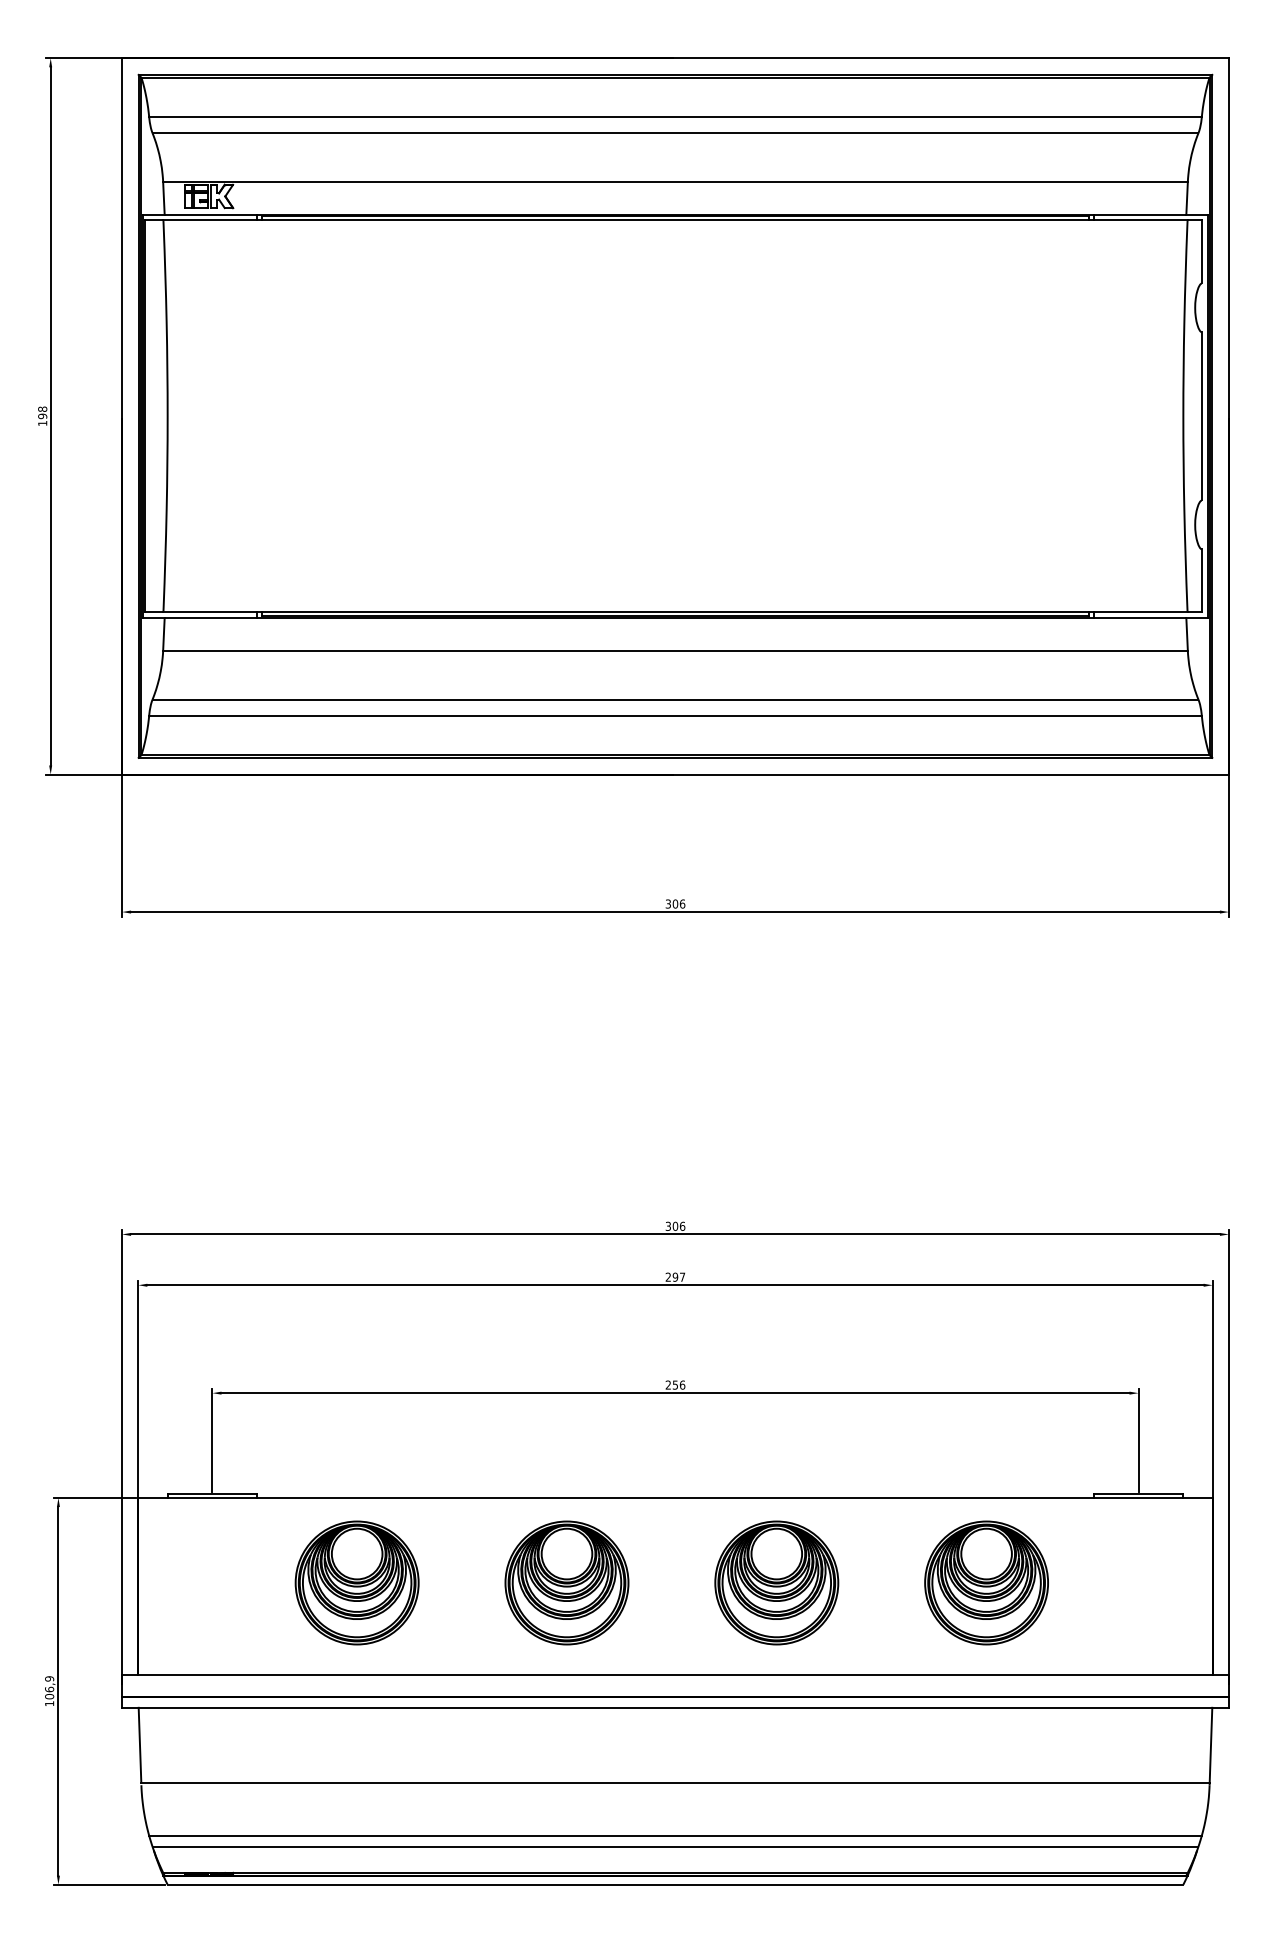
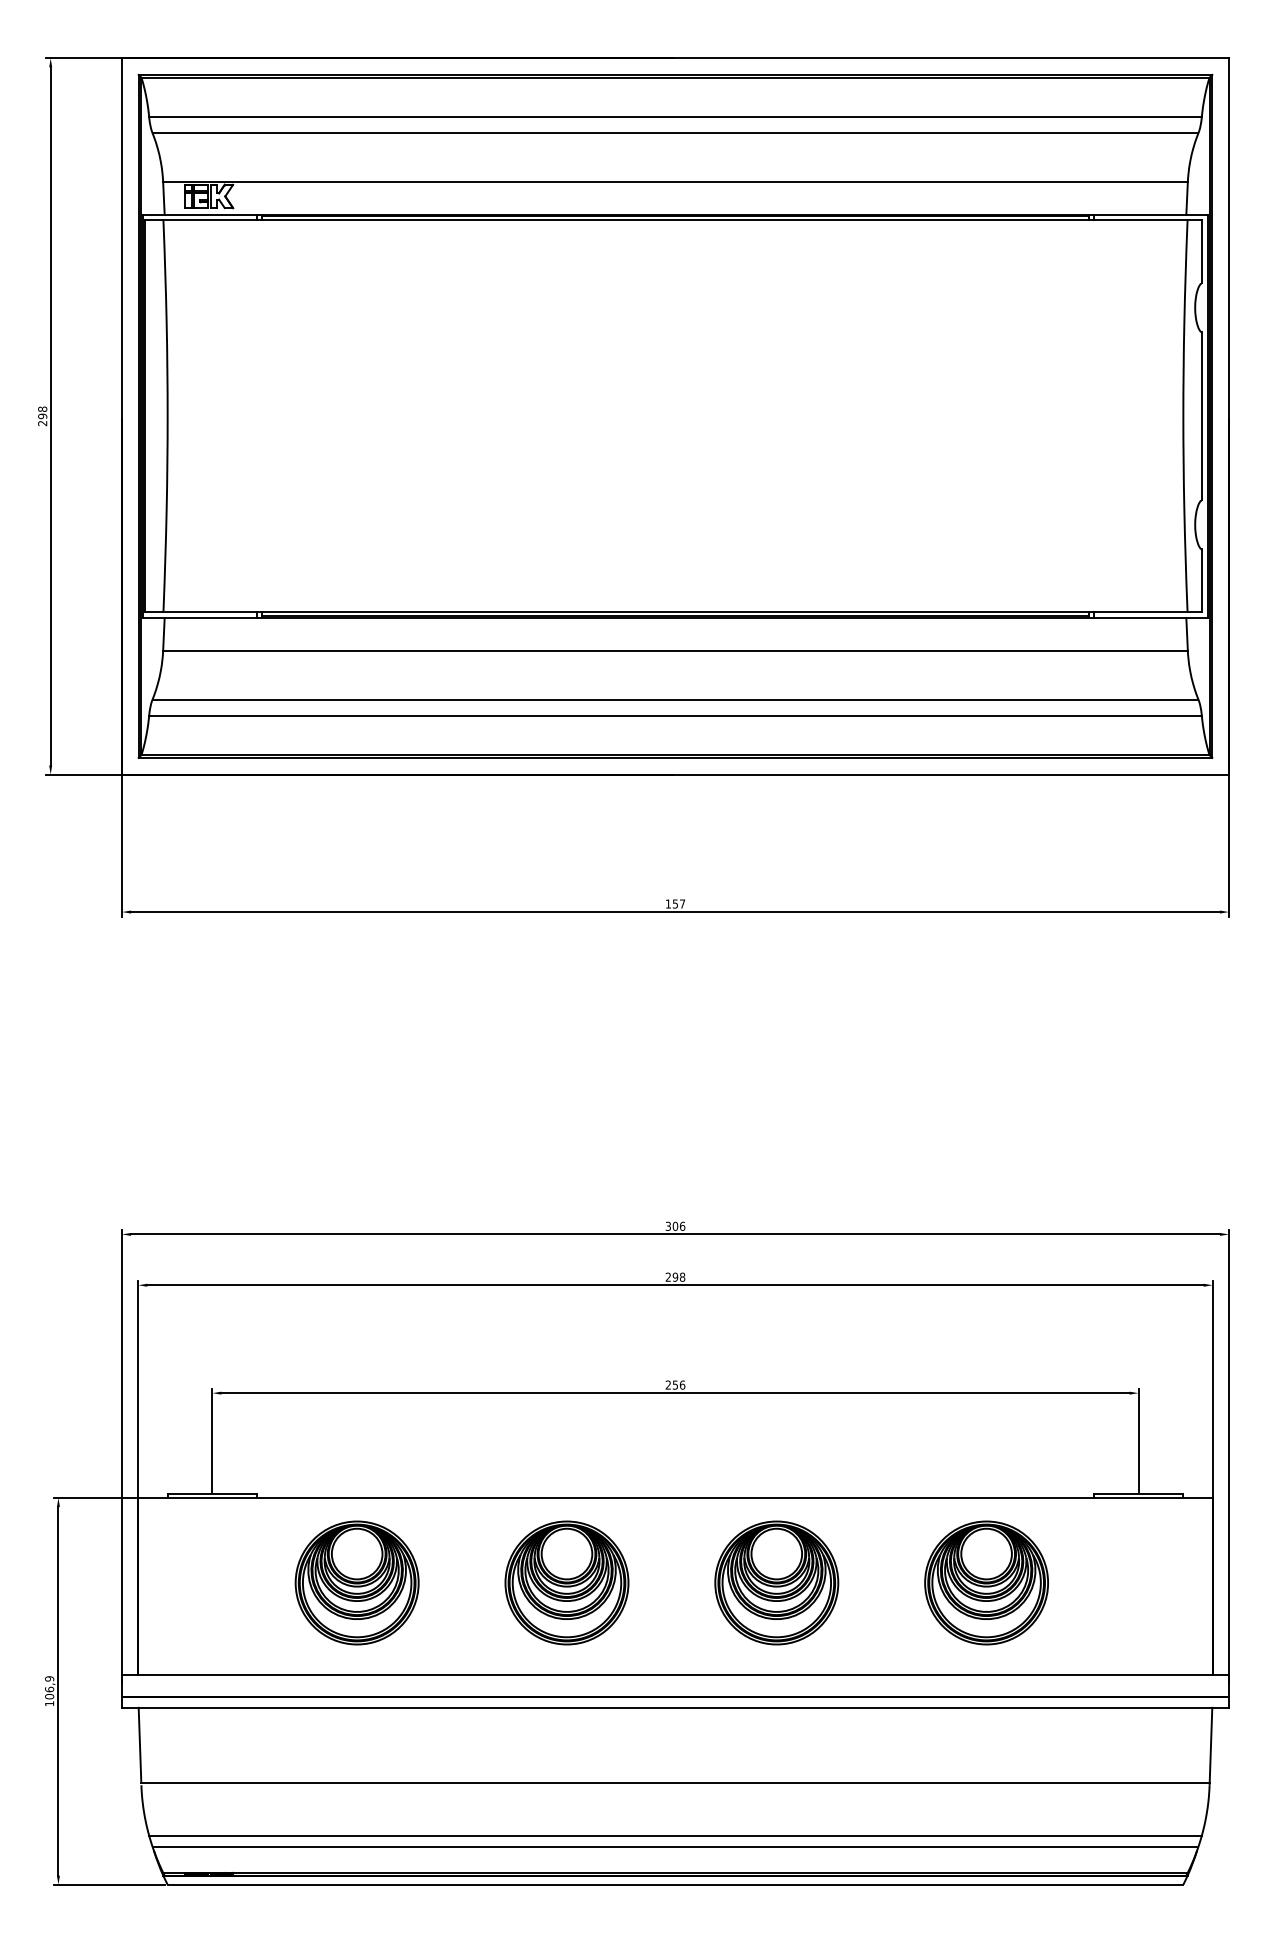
text at (42, 423): 198 -> 298
text at (675, 903): 306 -> 157
text at (682, 1276): 297 -> 298
